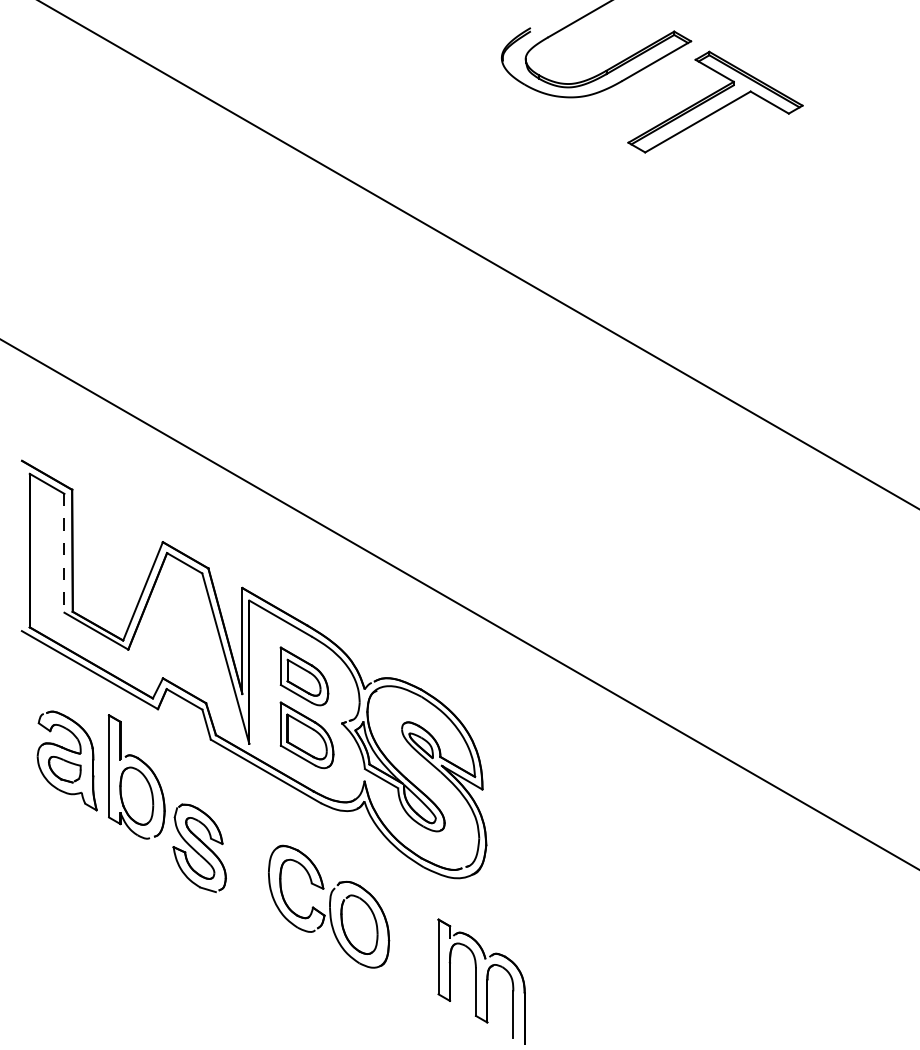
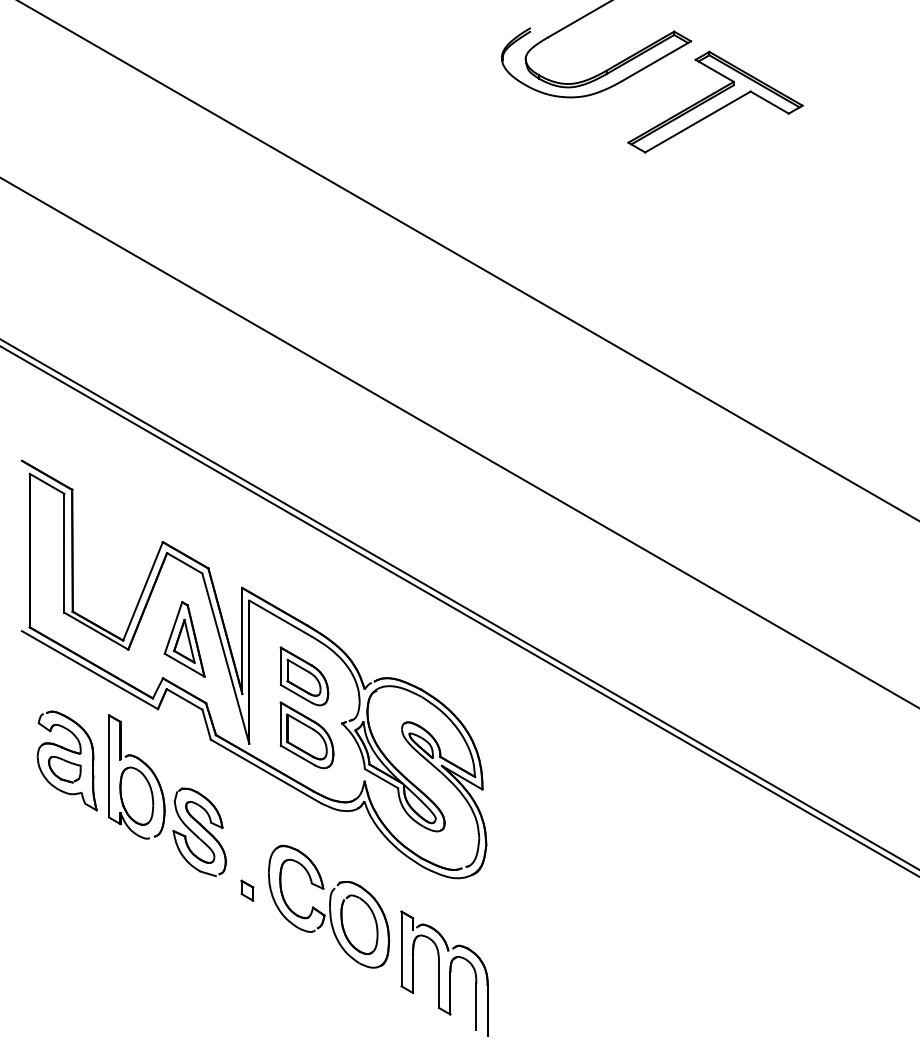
line at (478, 254) position: (478, 254) -> (468, 260)
line at (459, 442): none -> present
line at (64, 553): dashed -> solid
line at (459, 611): none -> present
part at (184, 639): none -> present
part at (199, 848) position: (199, 848) -> (199, 832)
part at (247, 890): none -> present
part at (481, 981) position: (481, 981) -> (444, 973)
